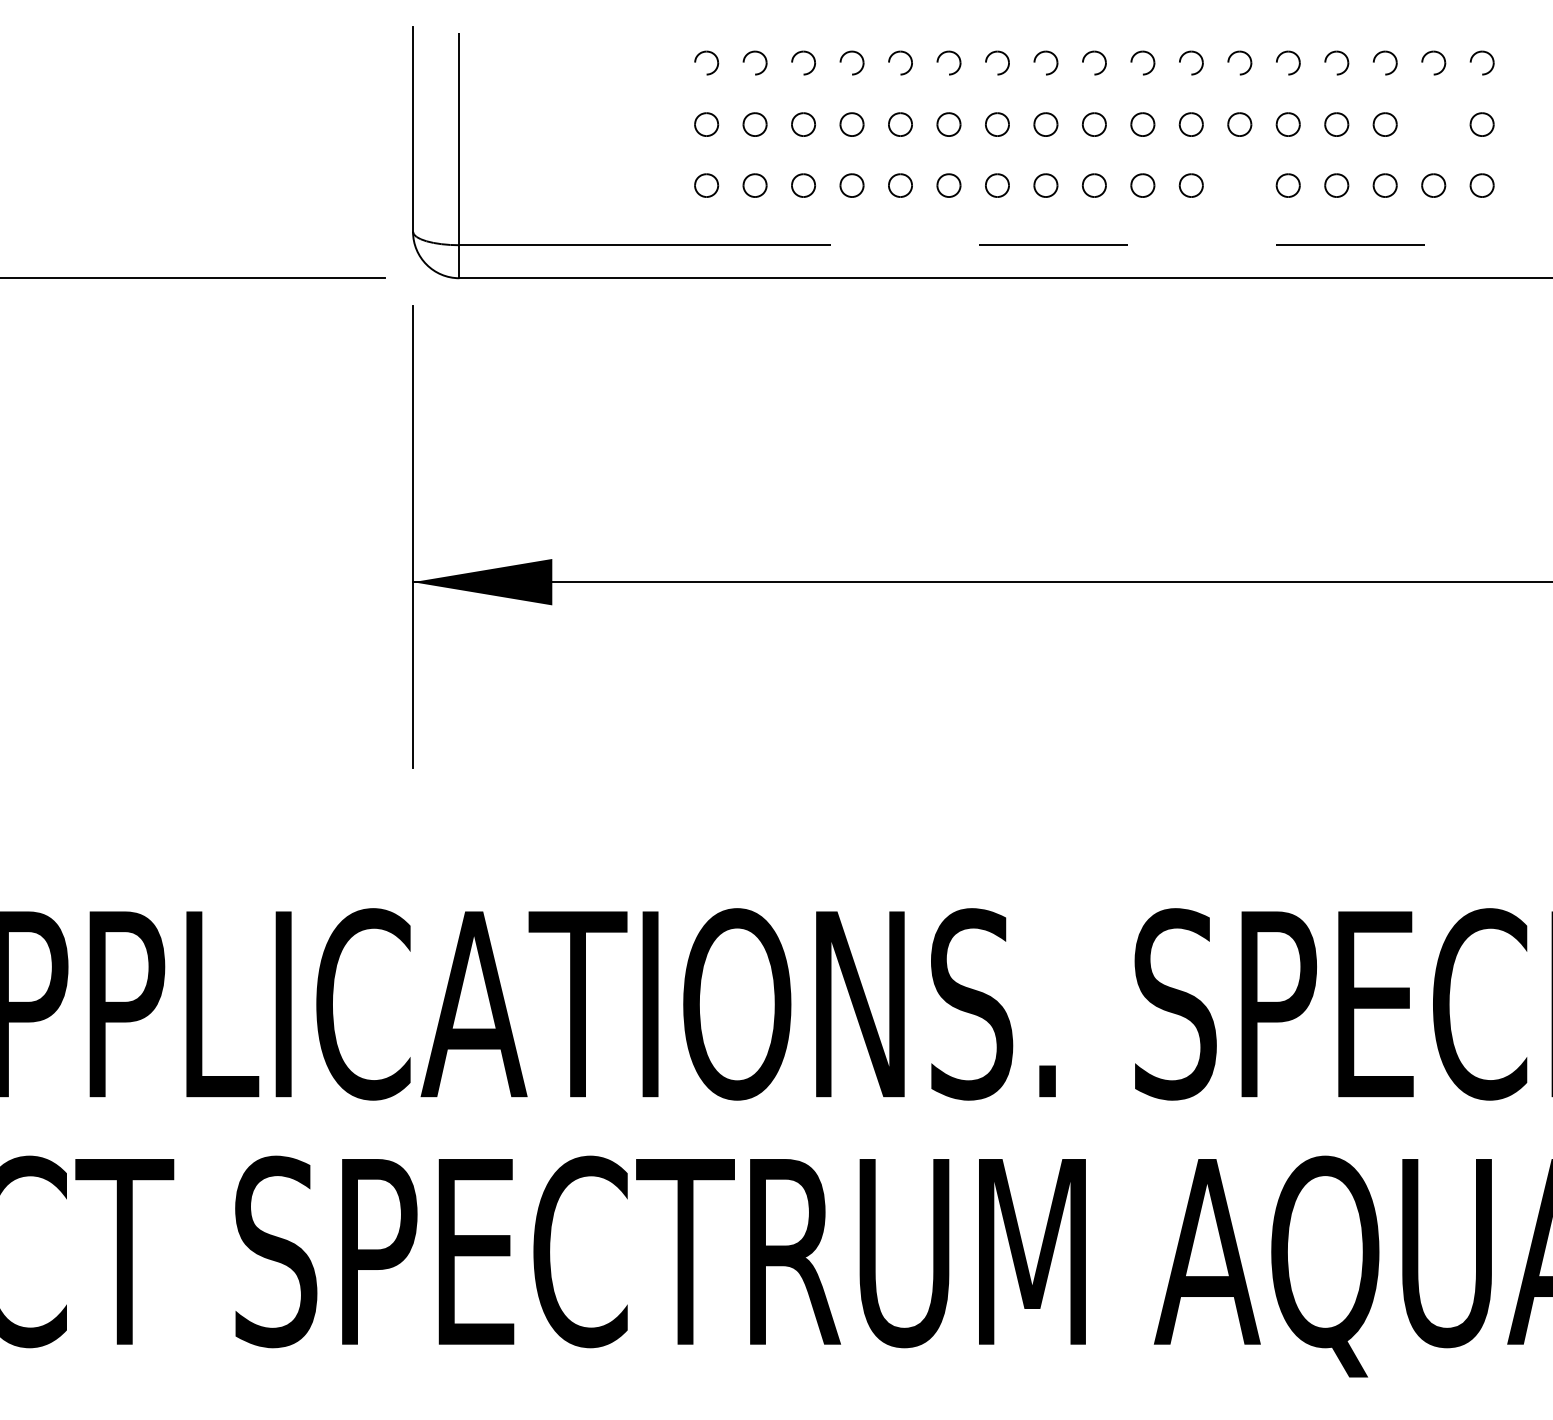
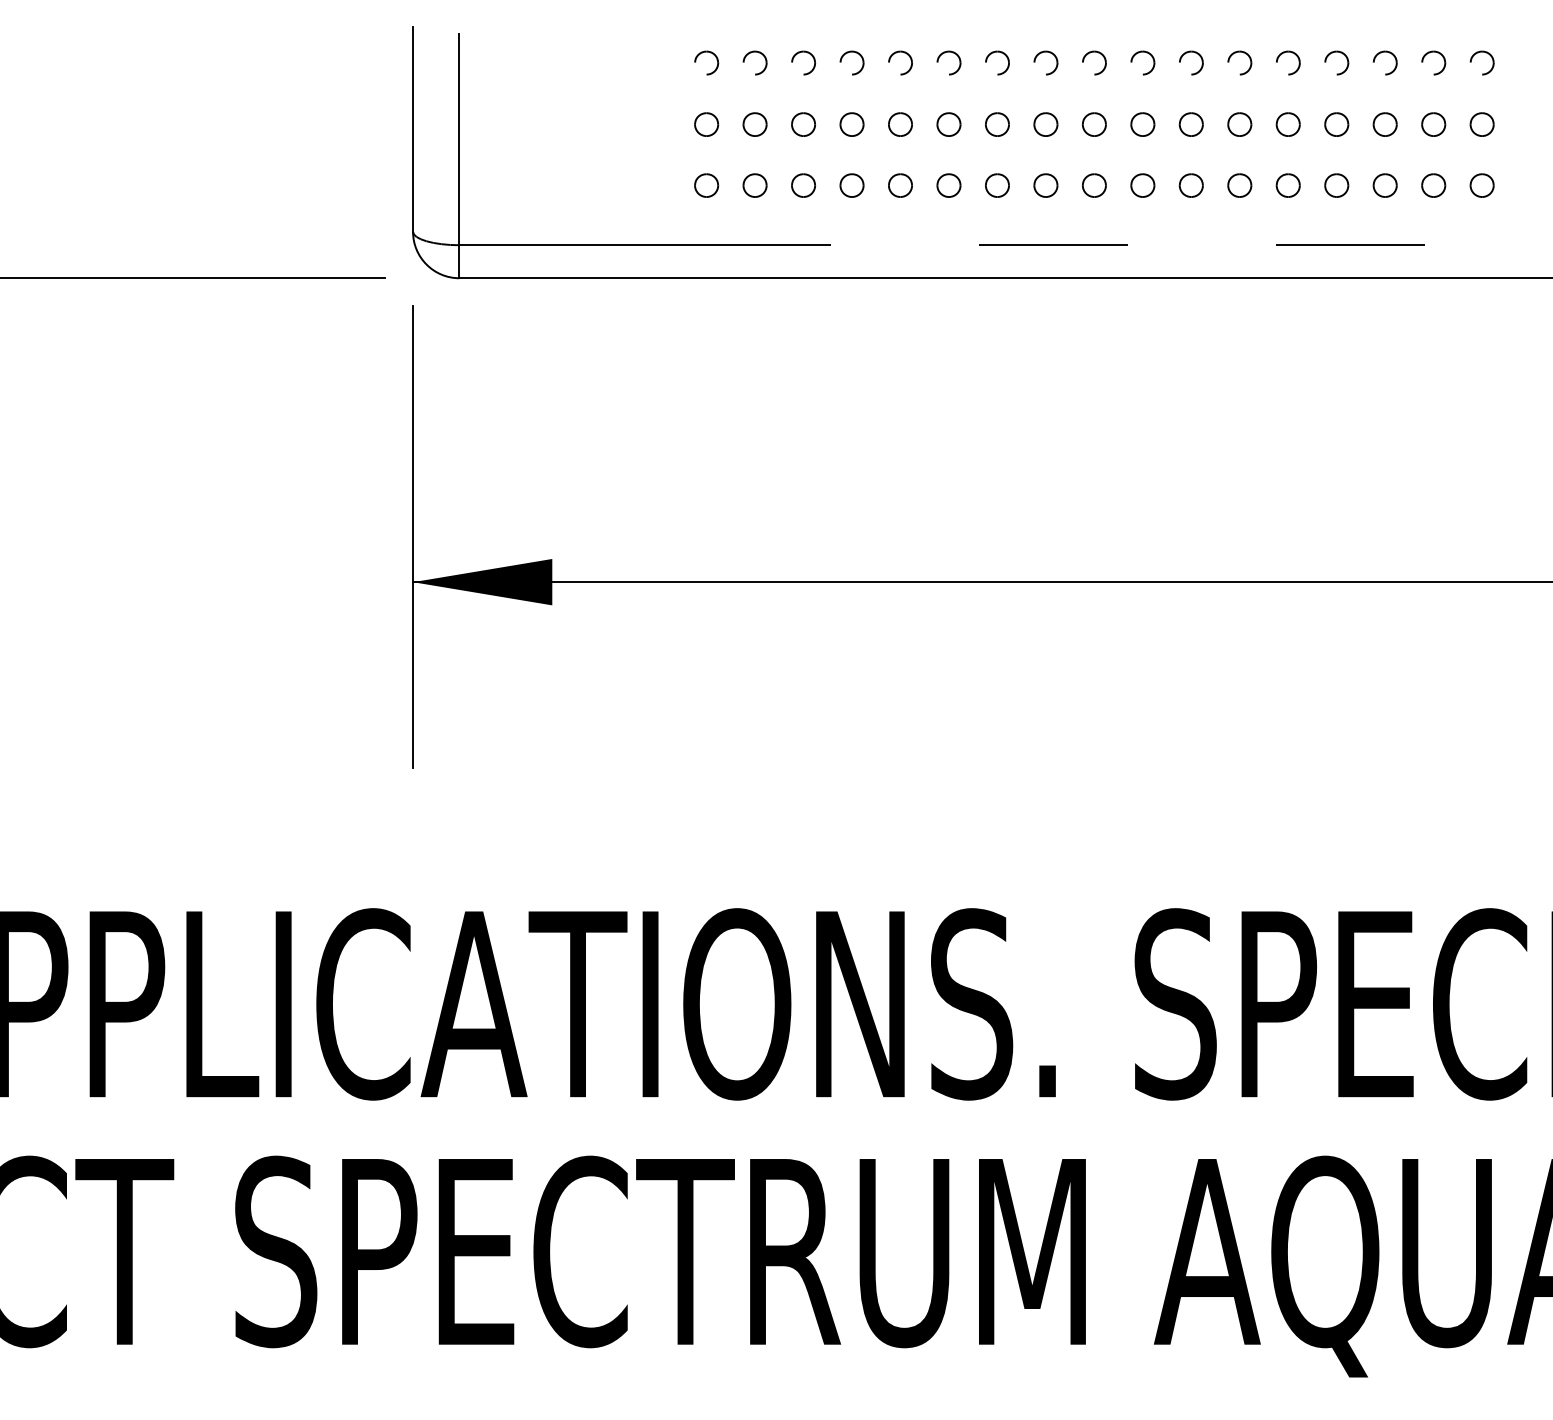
part at (1433, 124): none -> present
part at (1239, 185): none -> present
